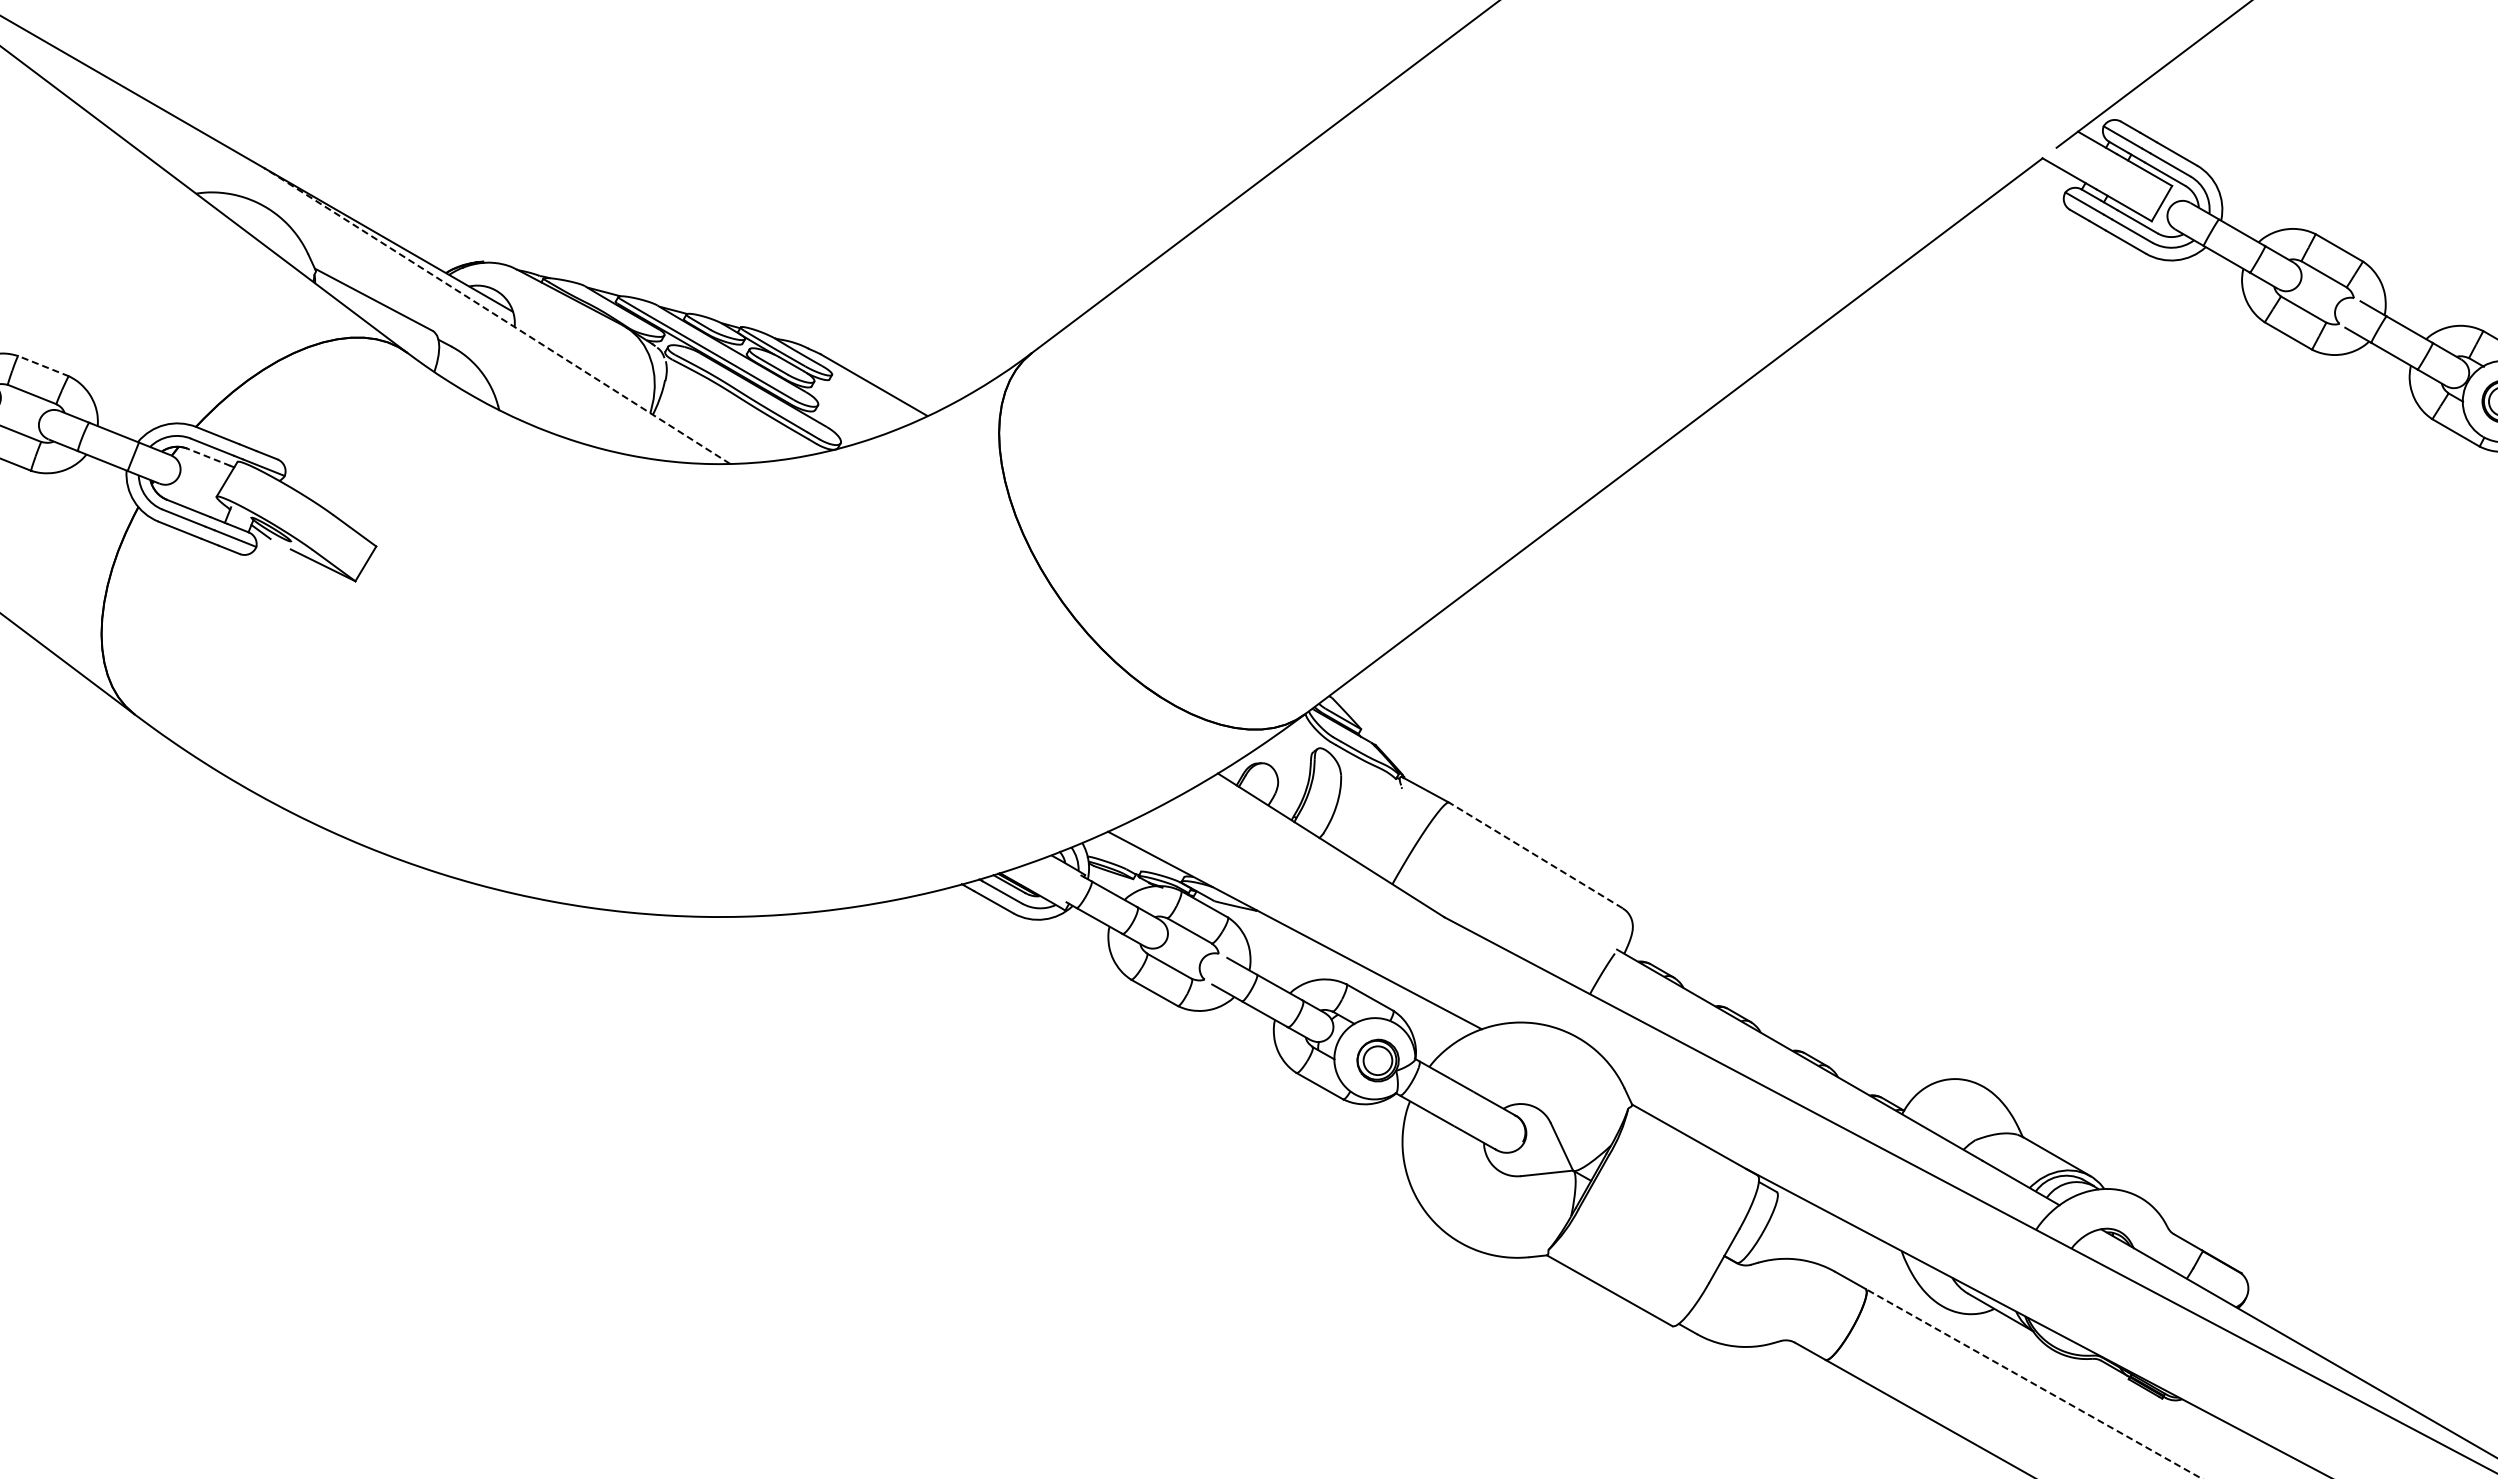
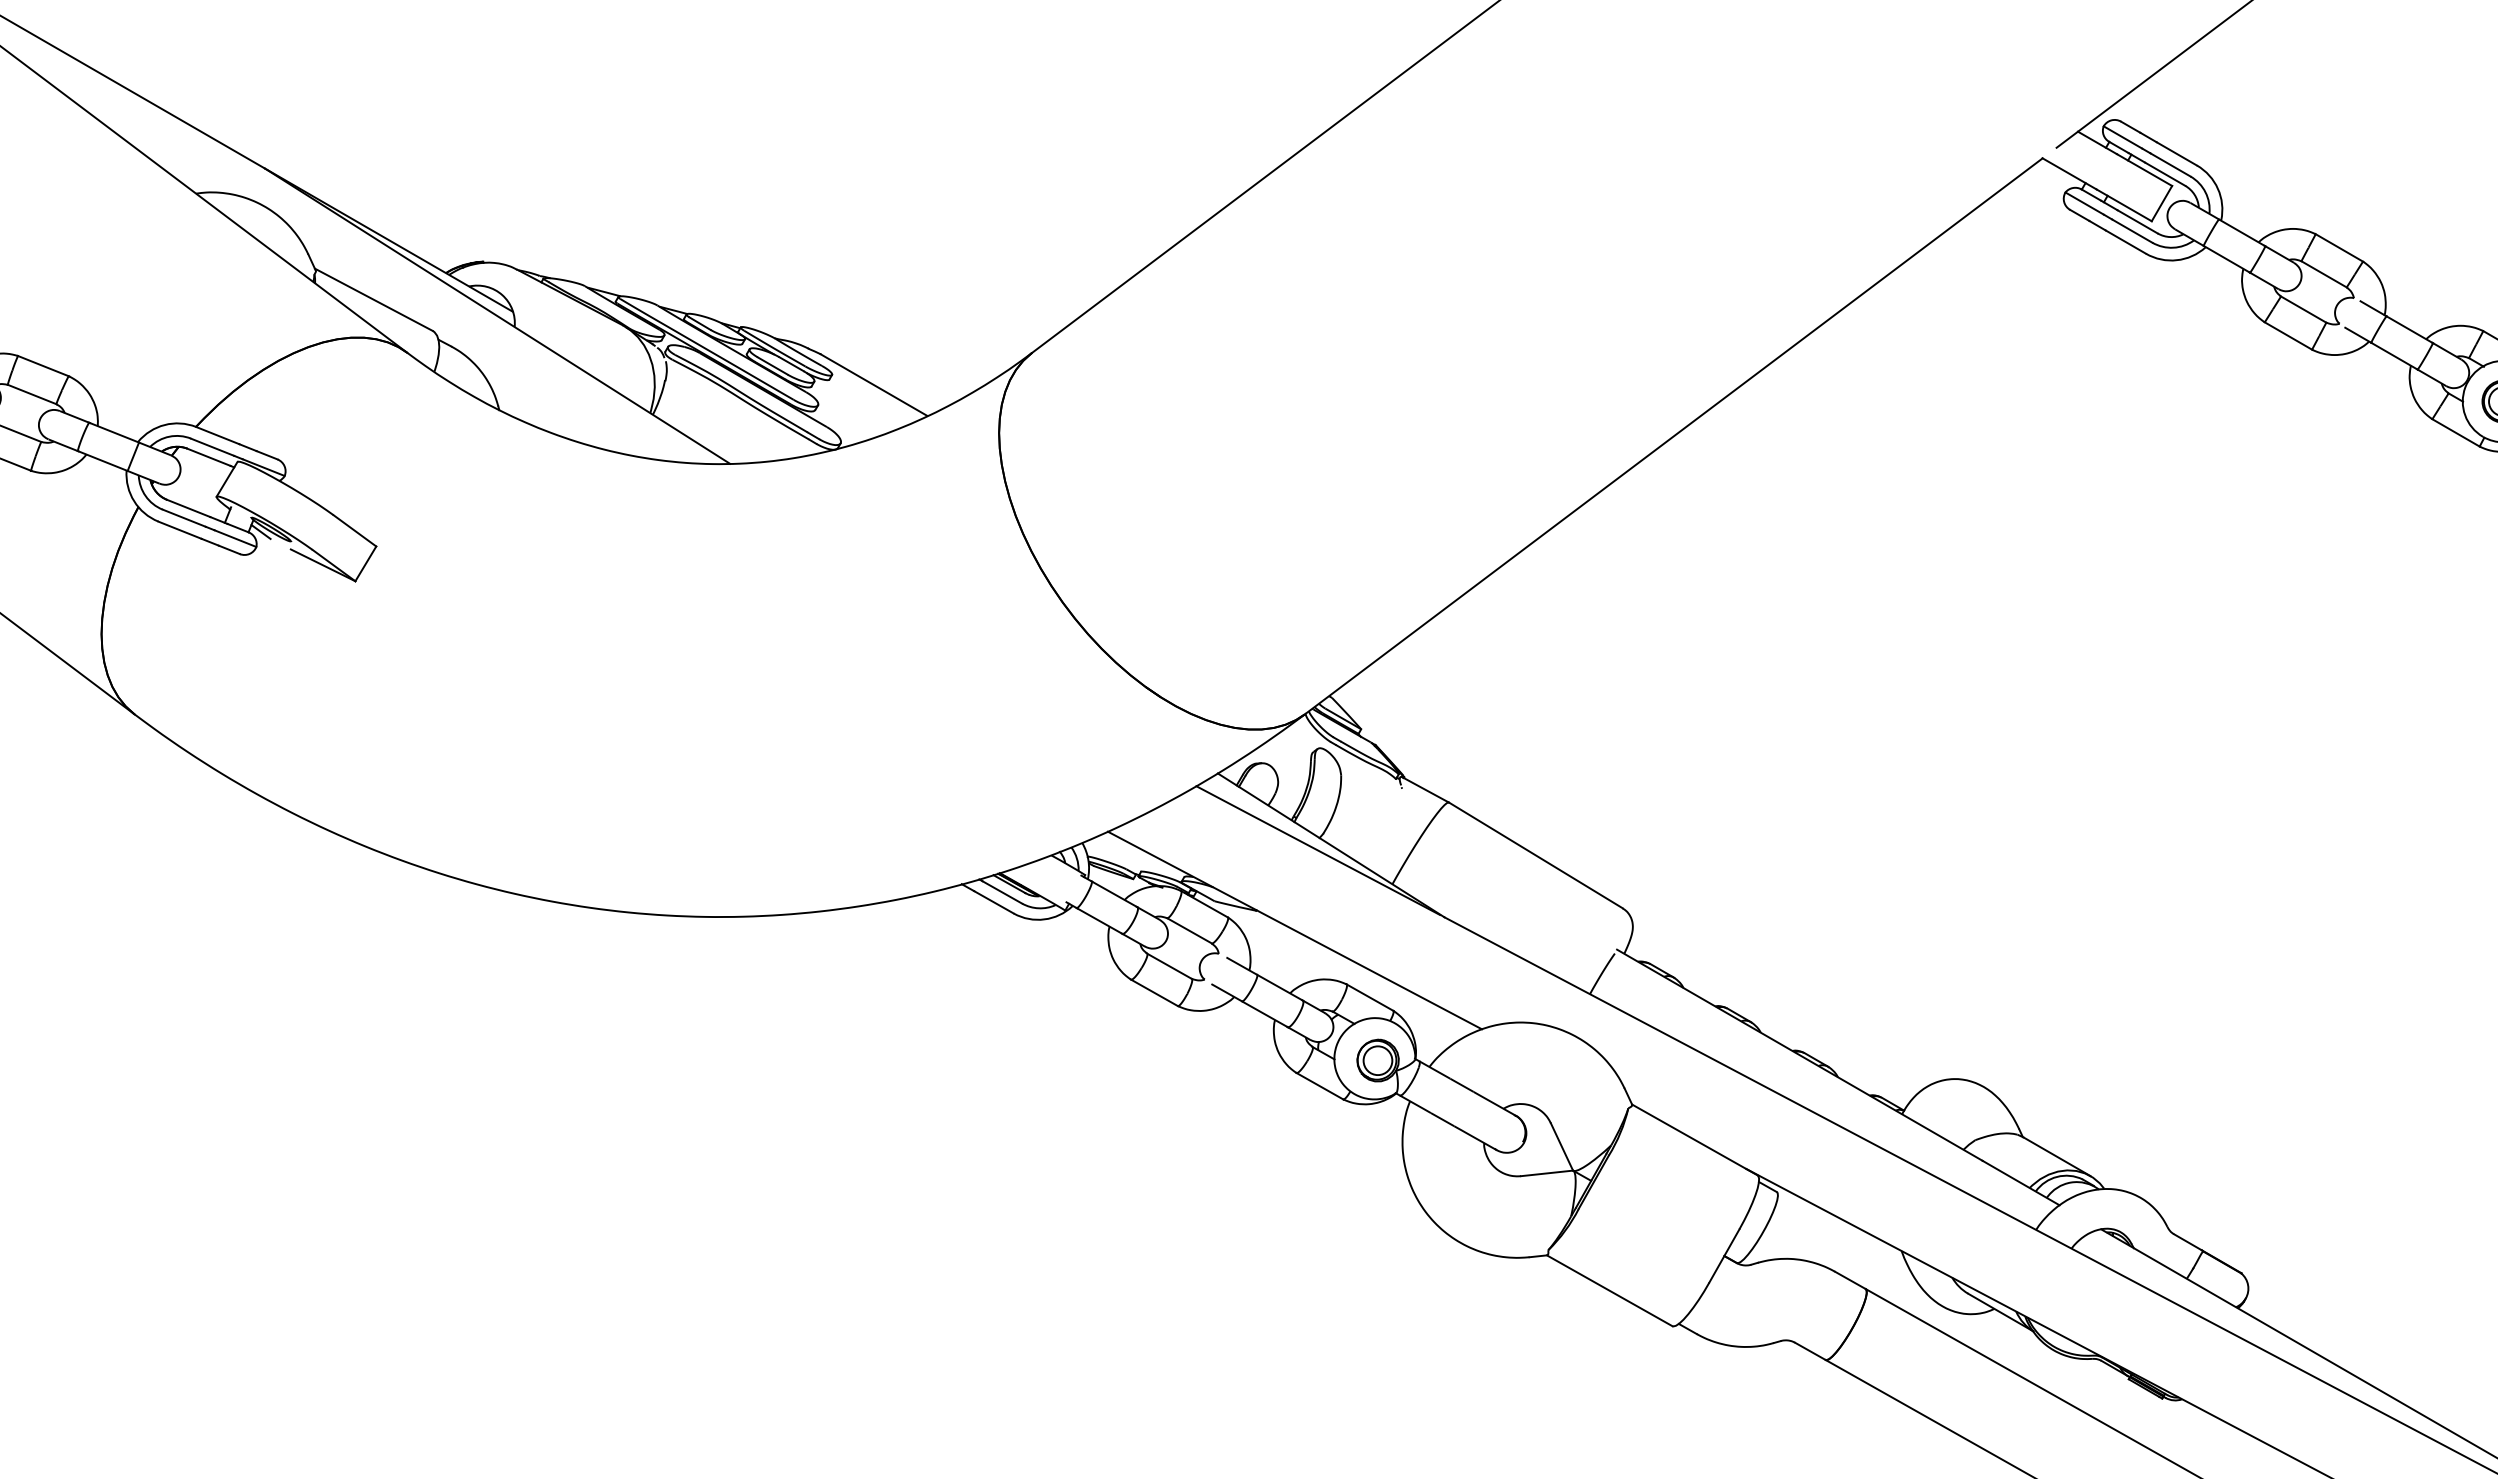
line at (498, 316): dashed -> solid
line at (43, 366): dashed -> solid
line at (208, 457): dashed -> solid
line at (1318, 850): none -> present
line at (1535, 855): dashed -> solid
line at (2033, 1383): dashed -> solid
